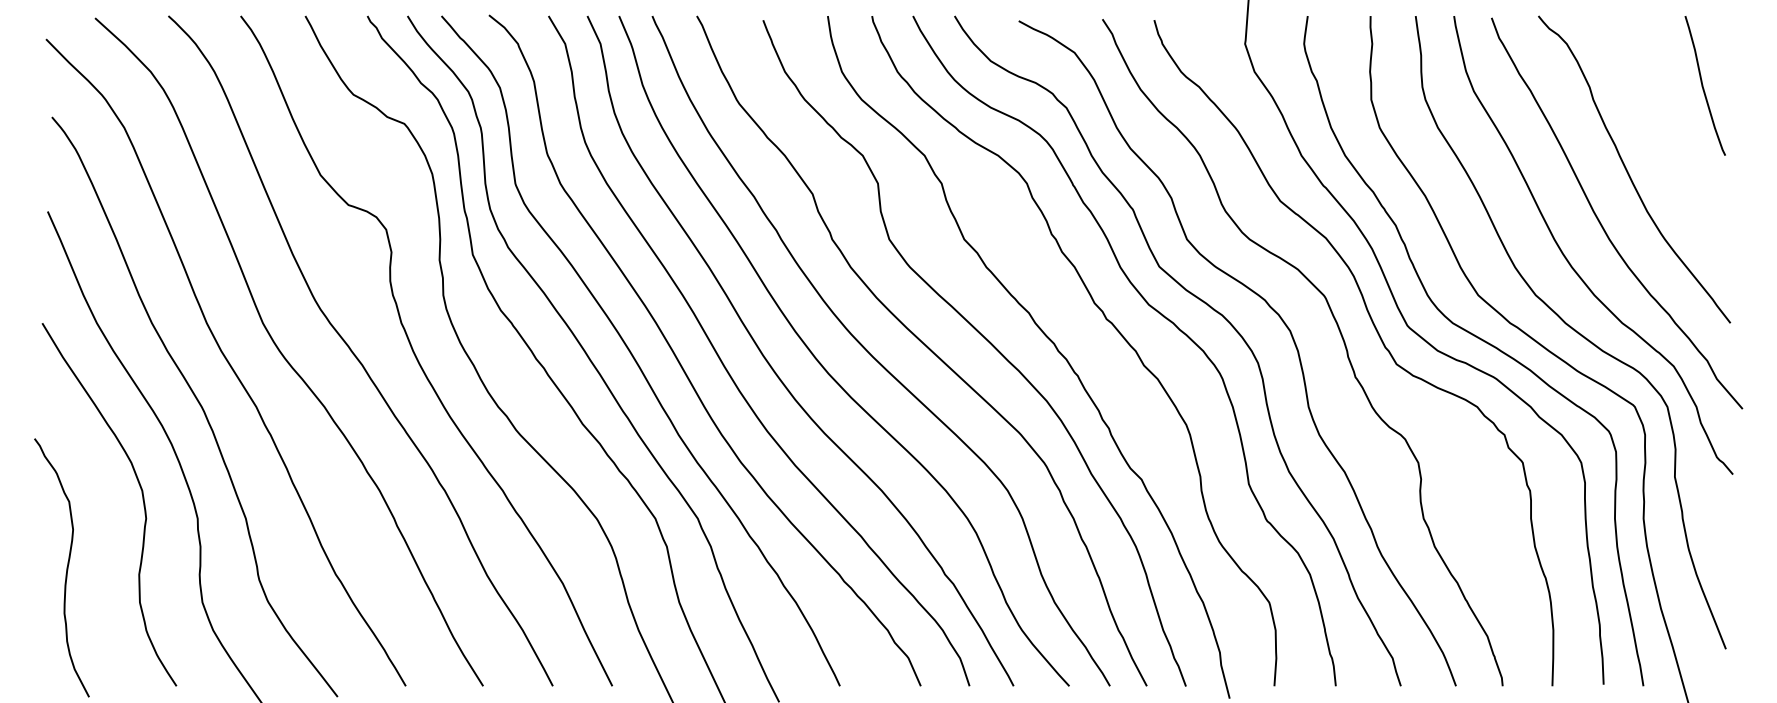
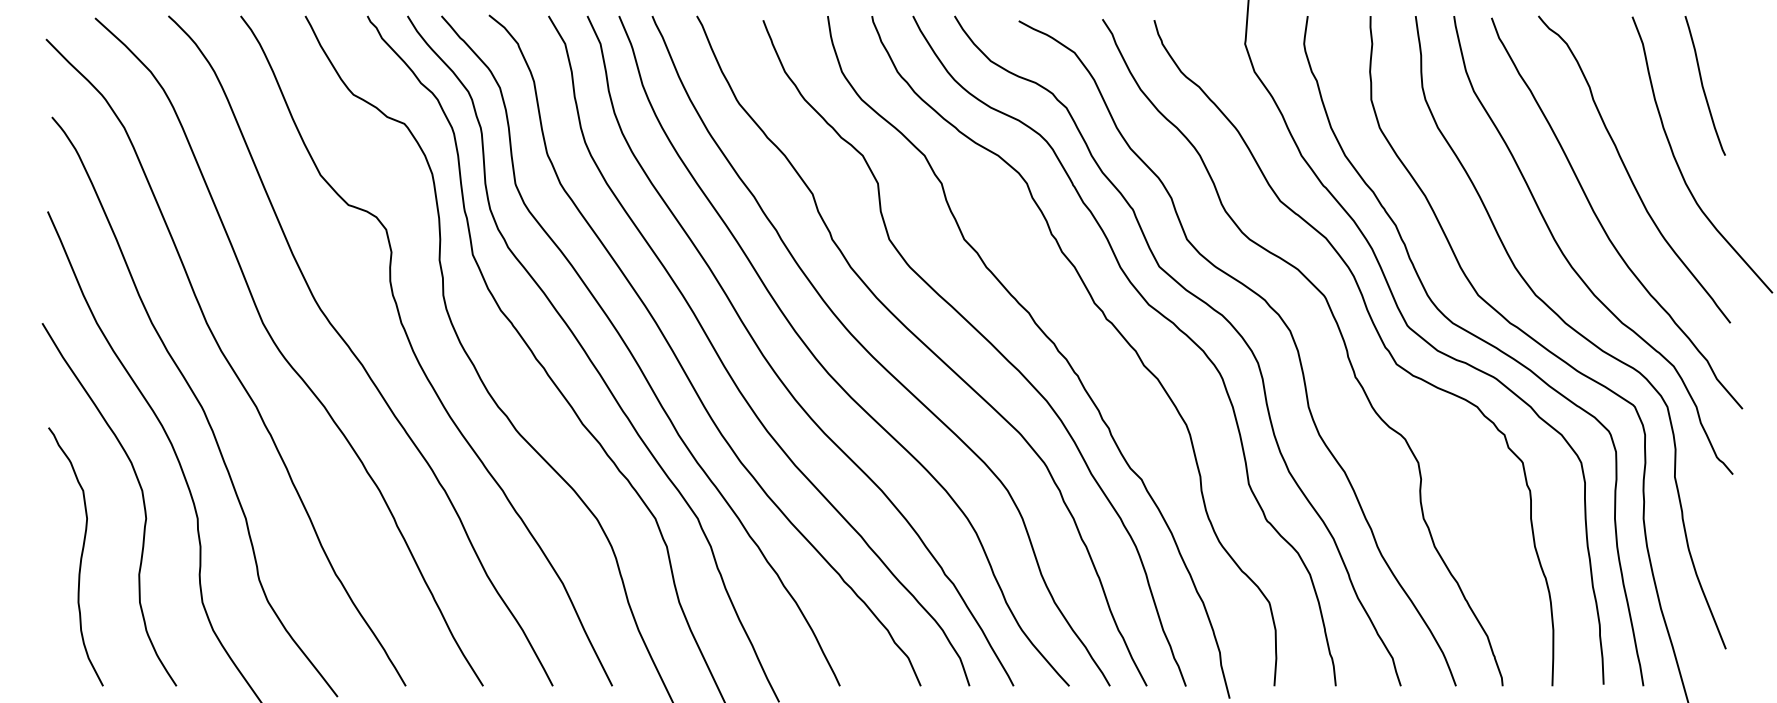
curve at (1679, 166): none -> present
curve at (66, 567) position: (66, 567) -> (80, 556)
